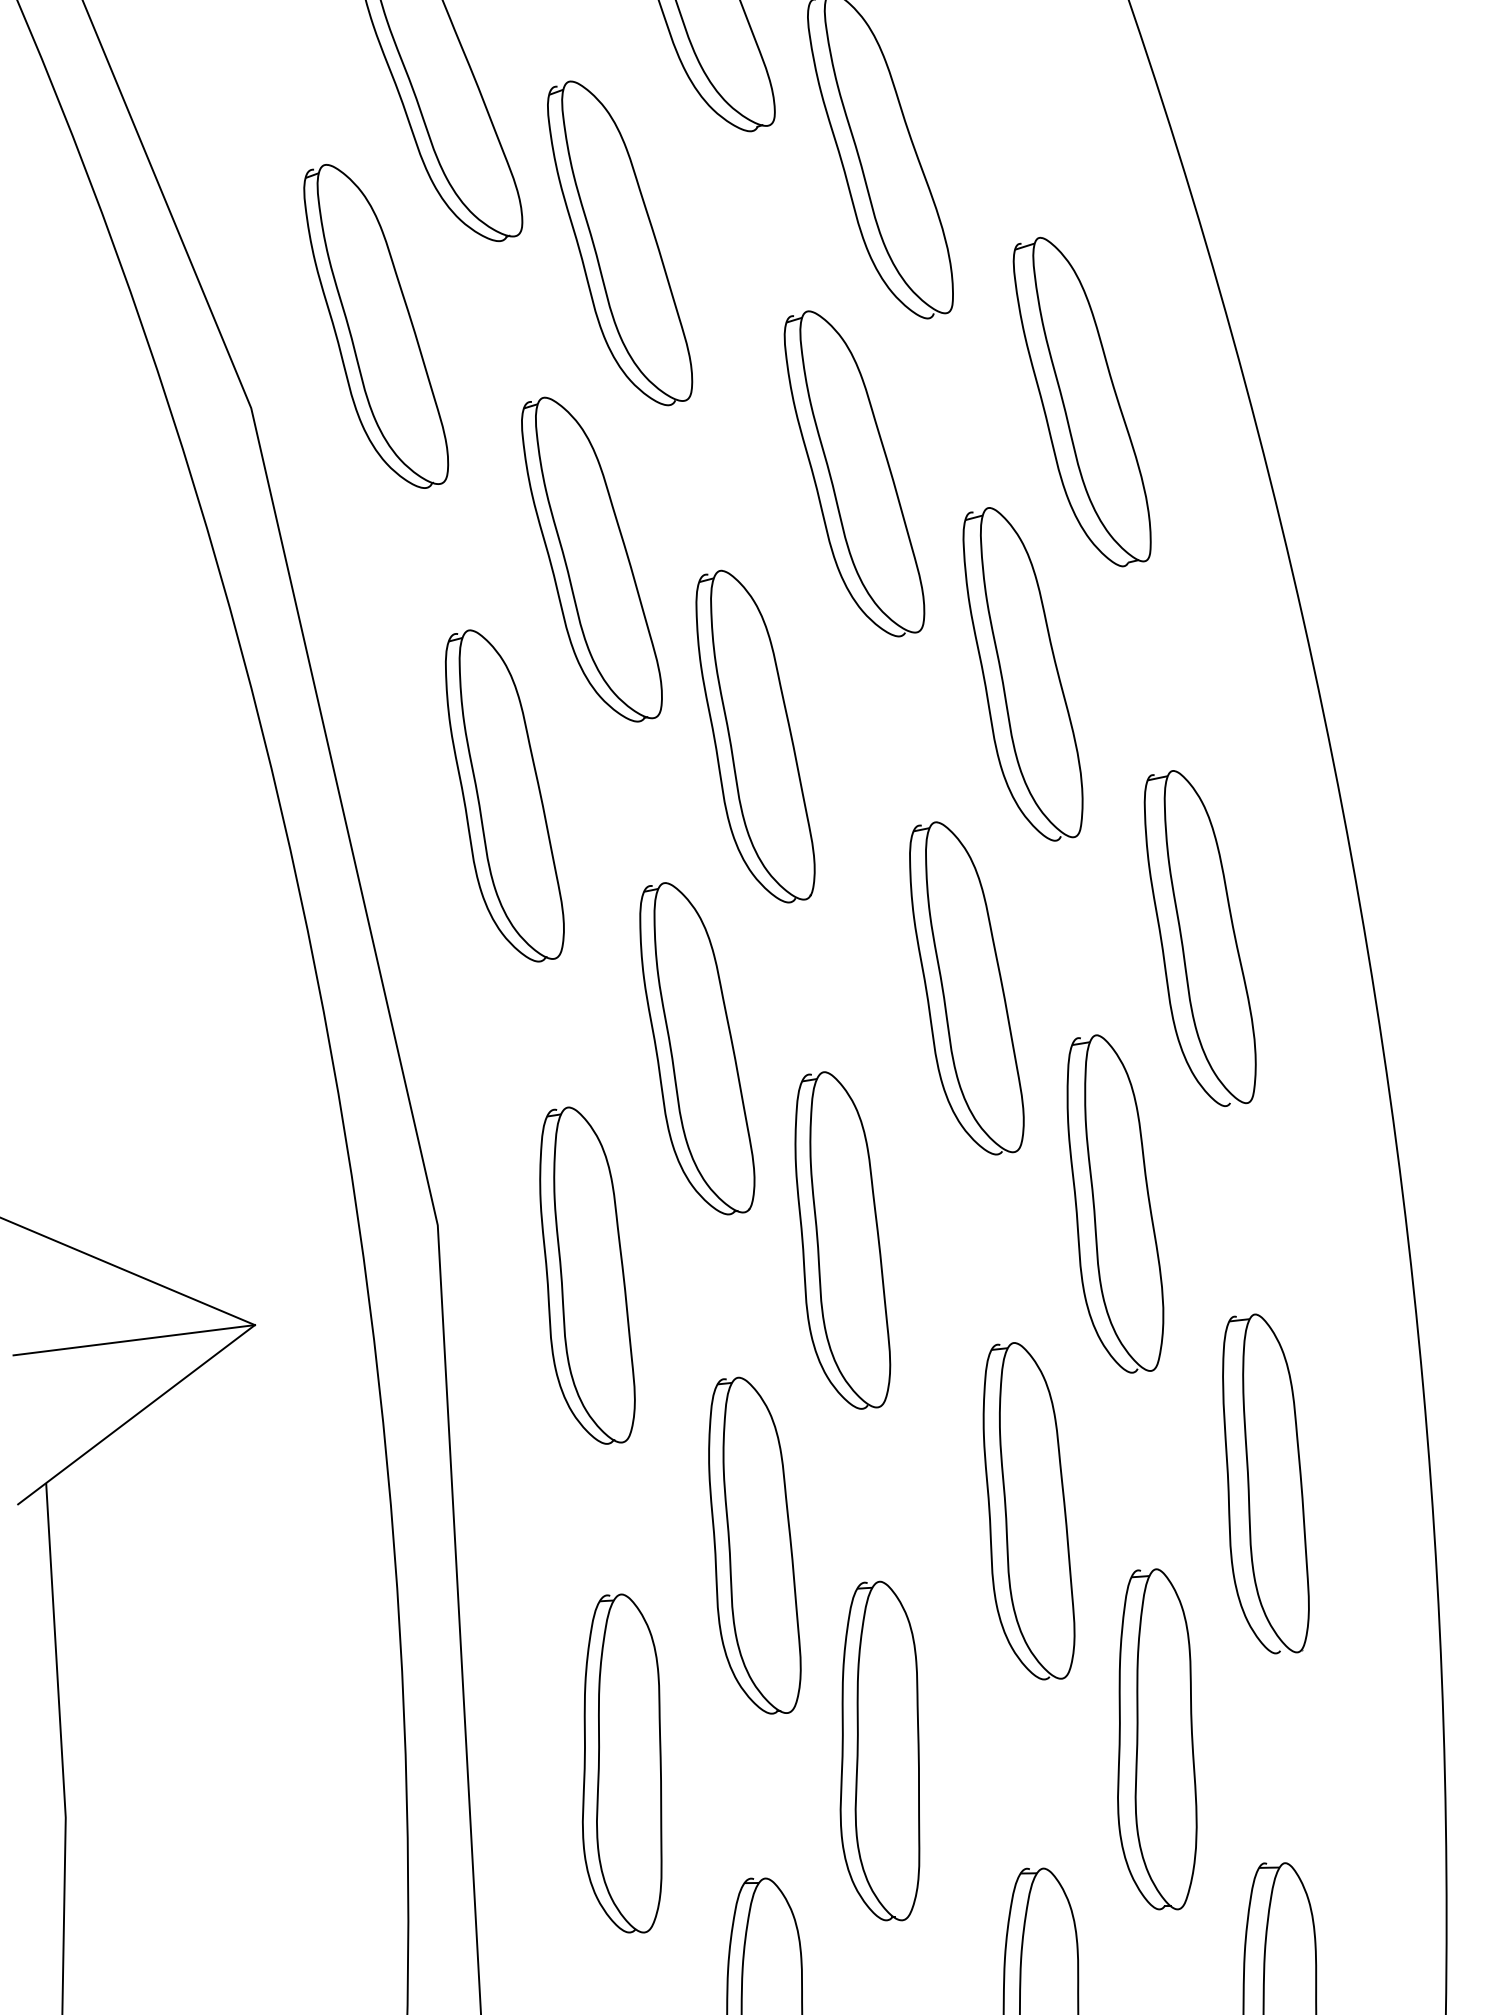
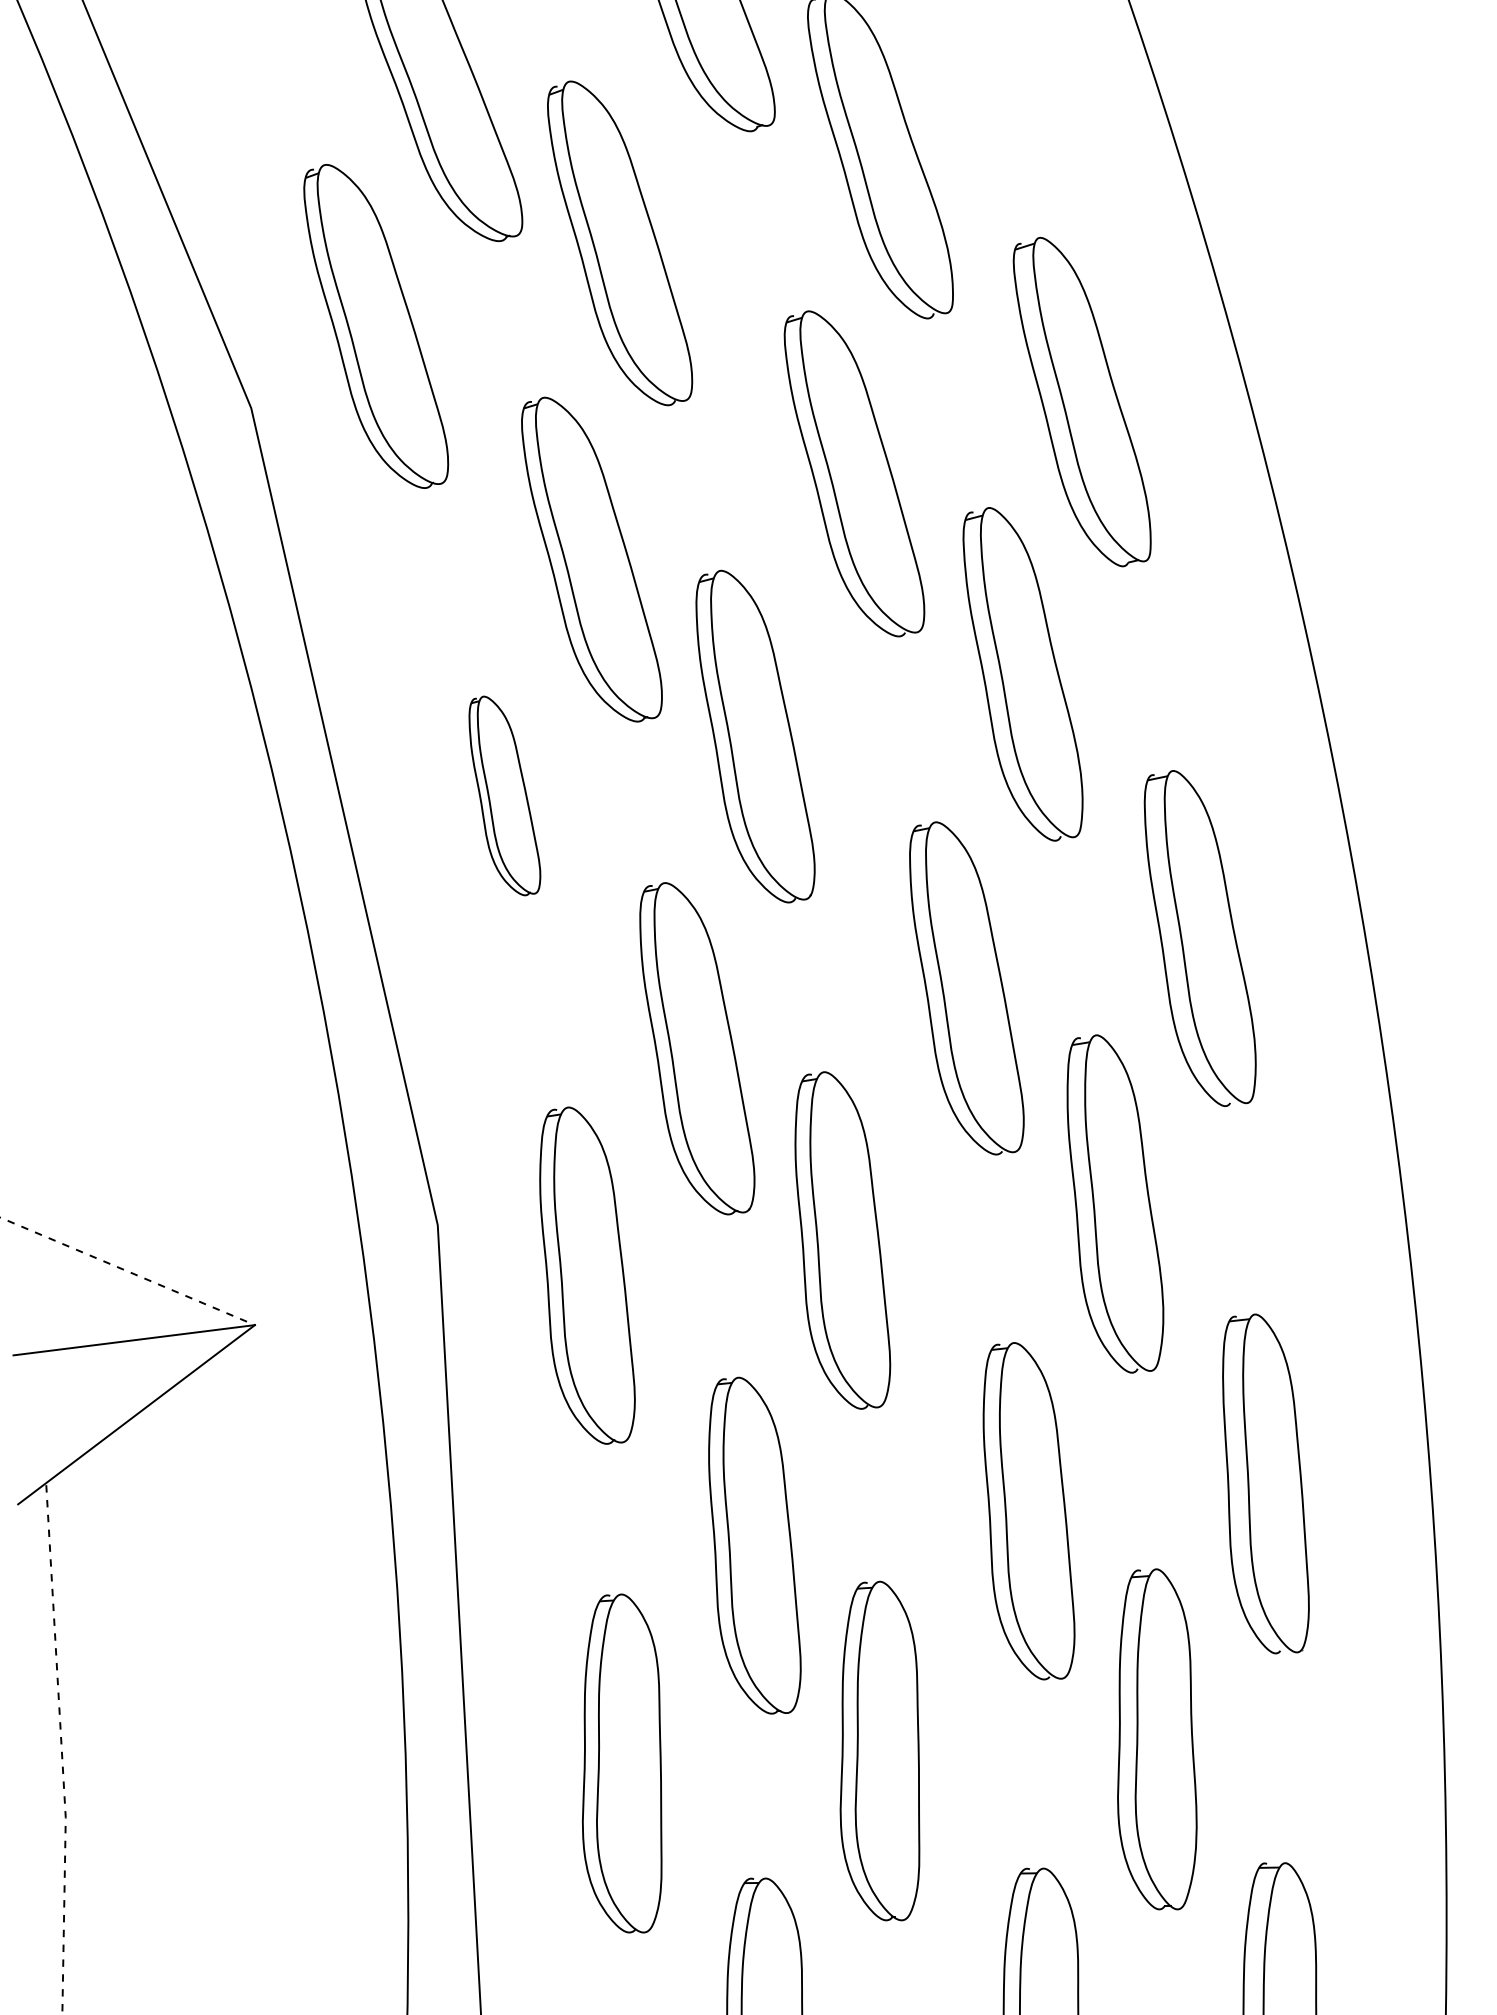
part at (504, 795) size: 120x334 px -> 74x202 px
line at (128, 1271): solid -> dashed
line at (61, 1748): solid -> dashed
